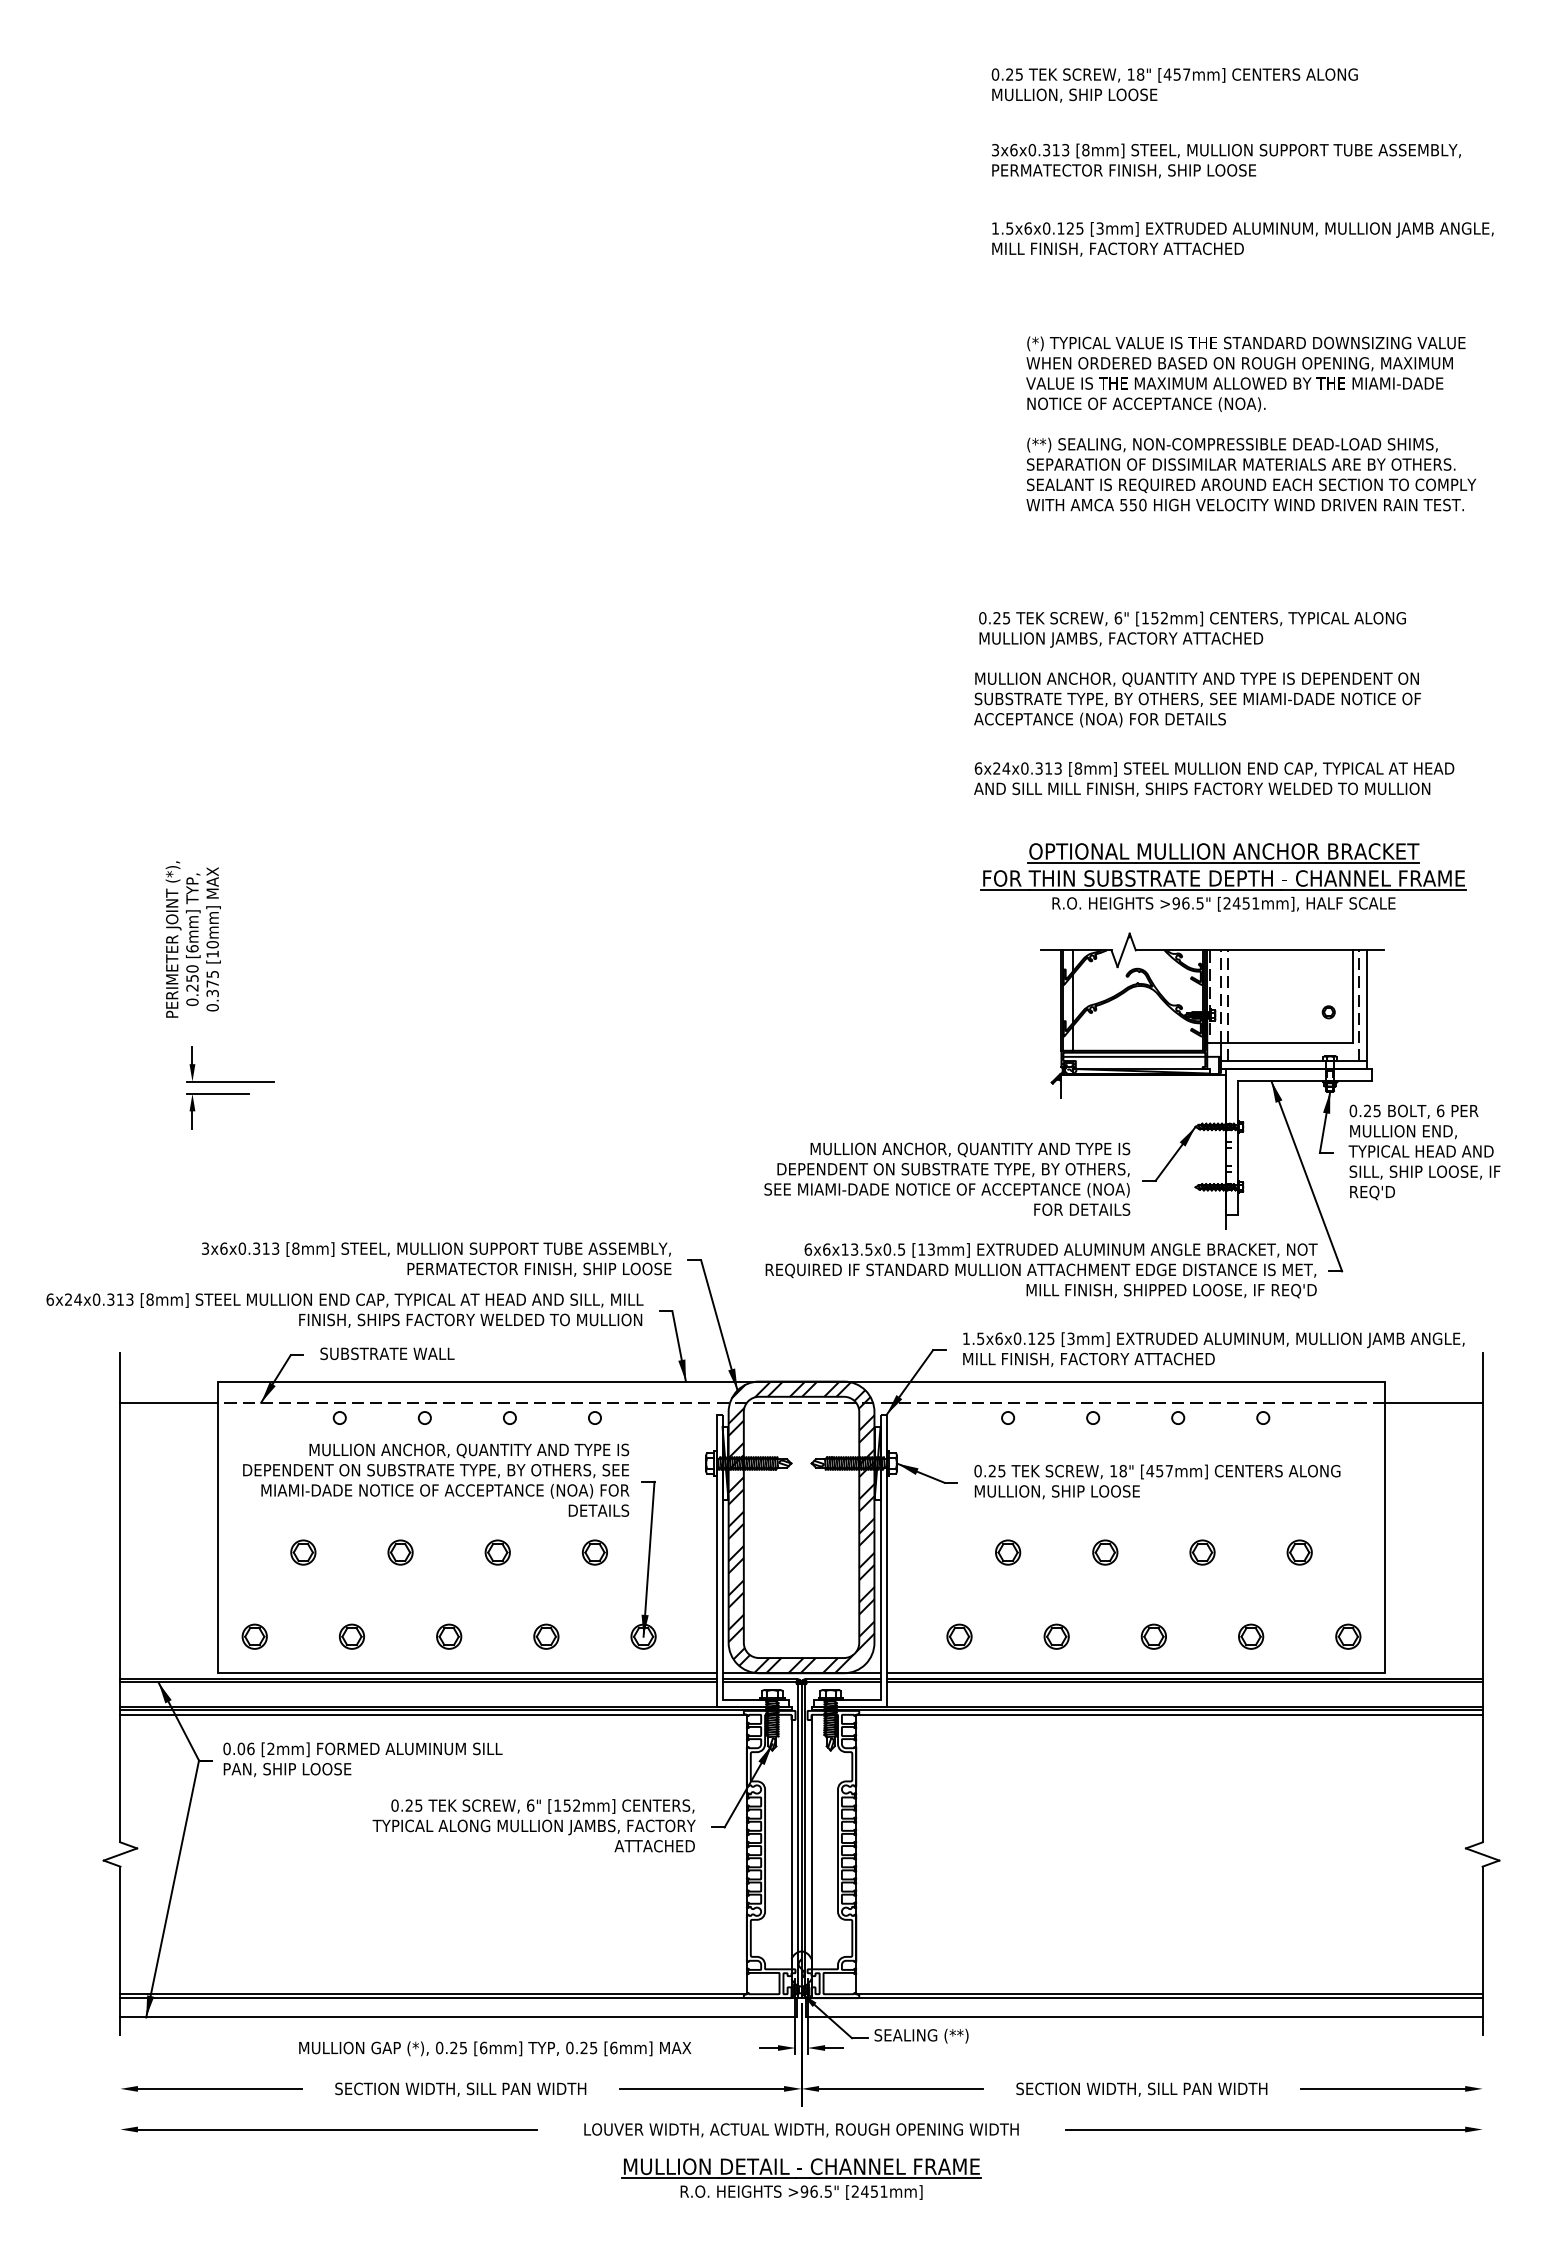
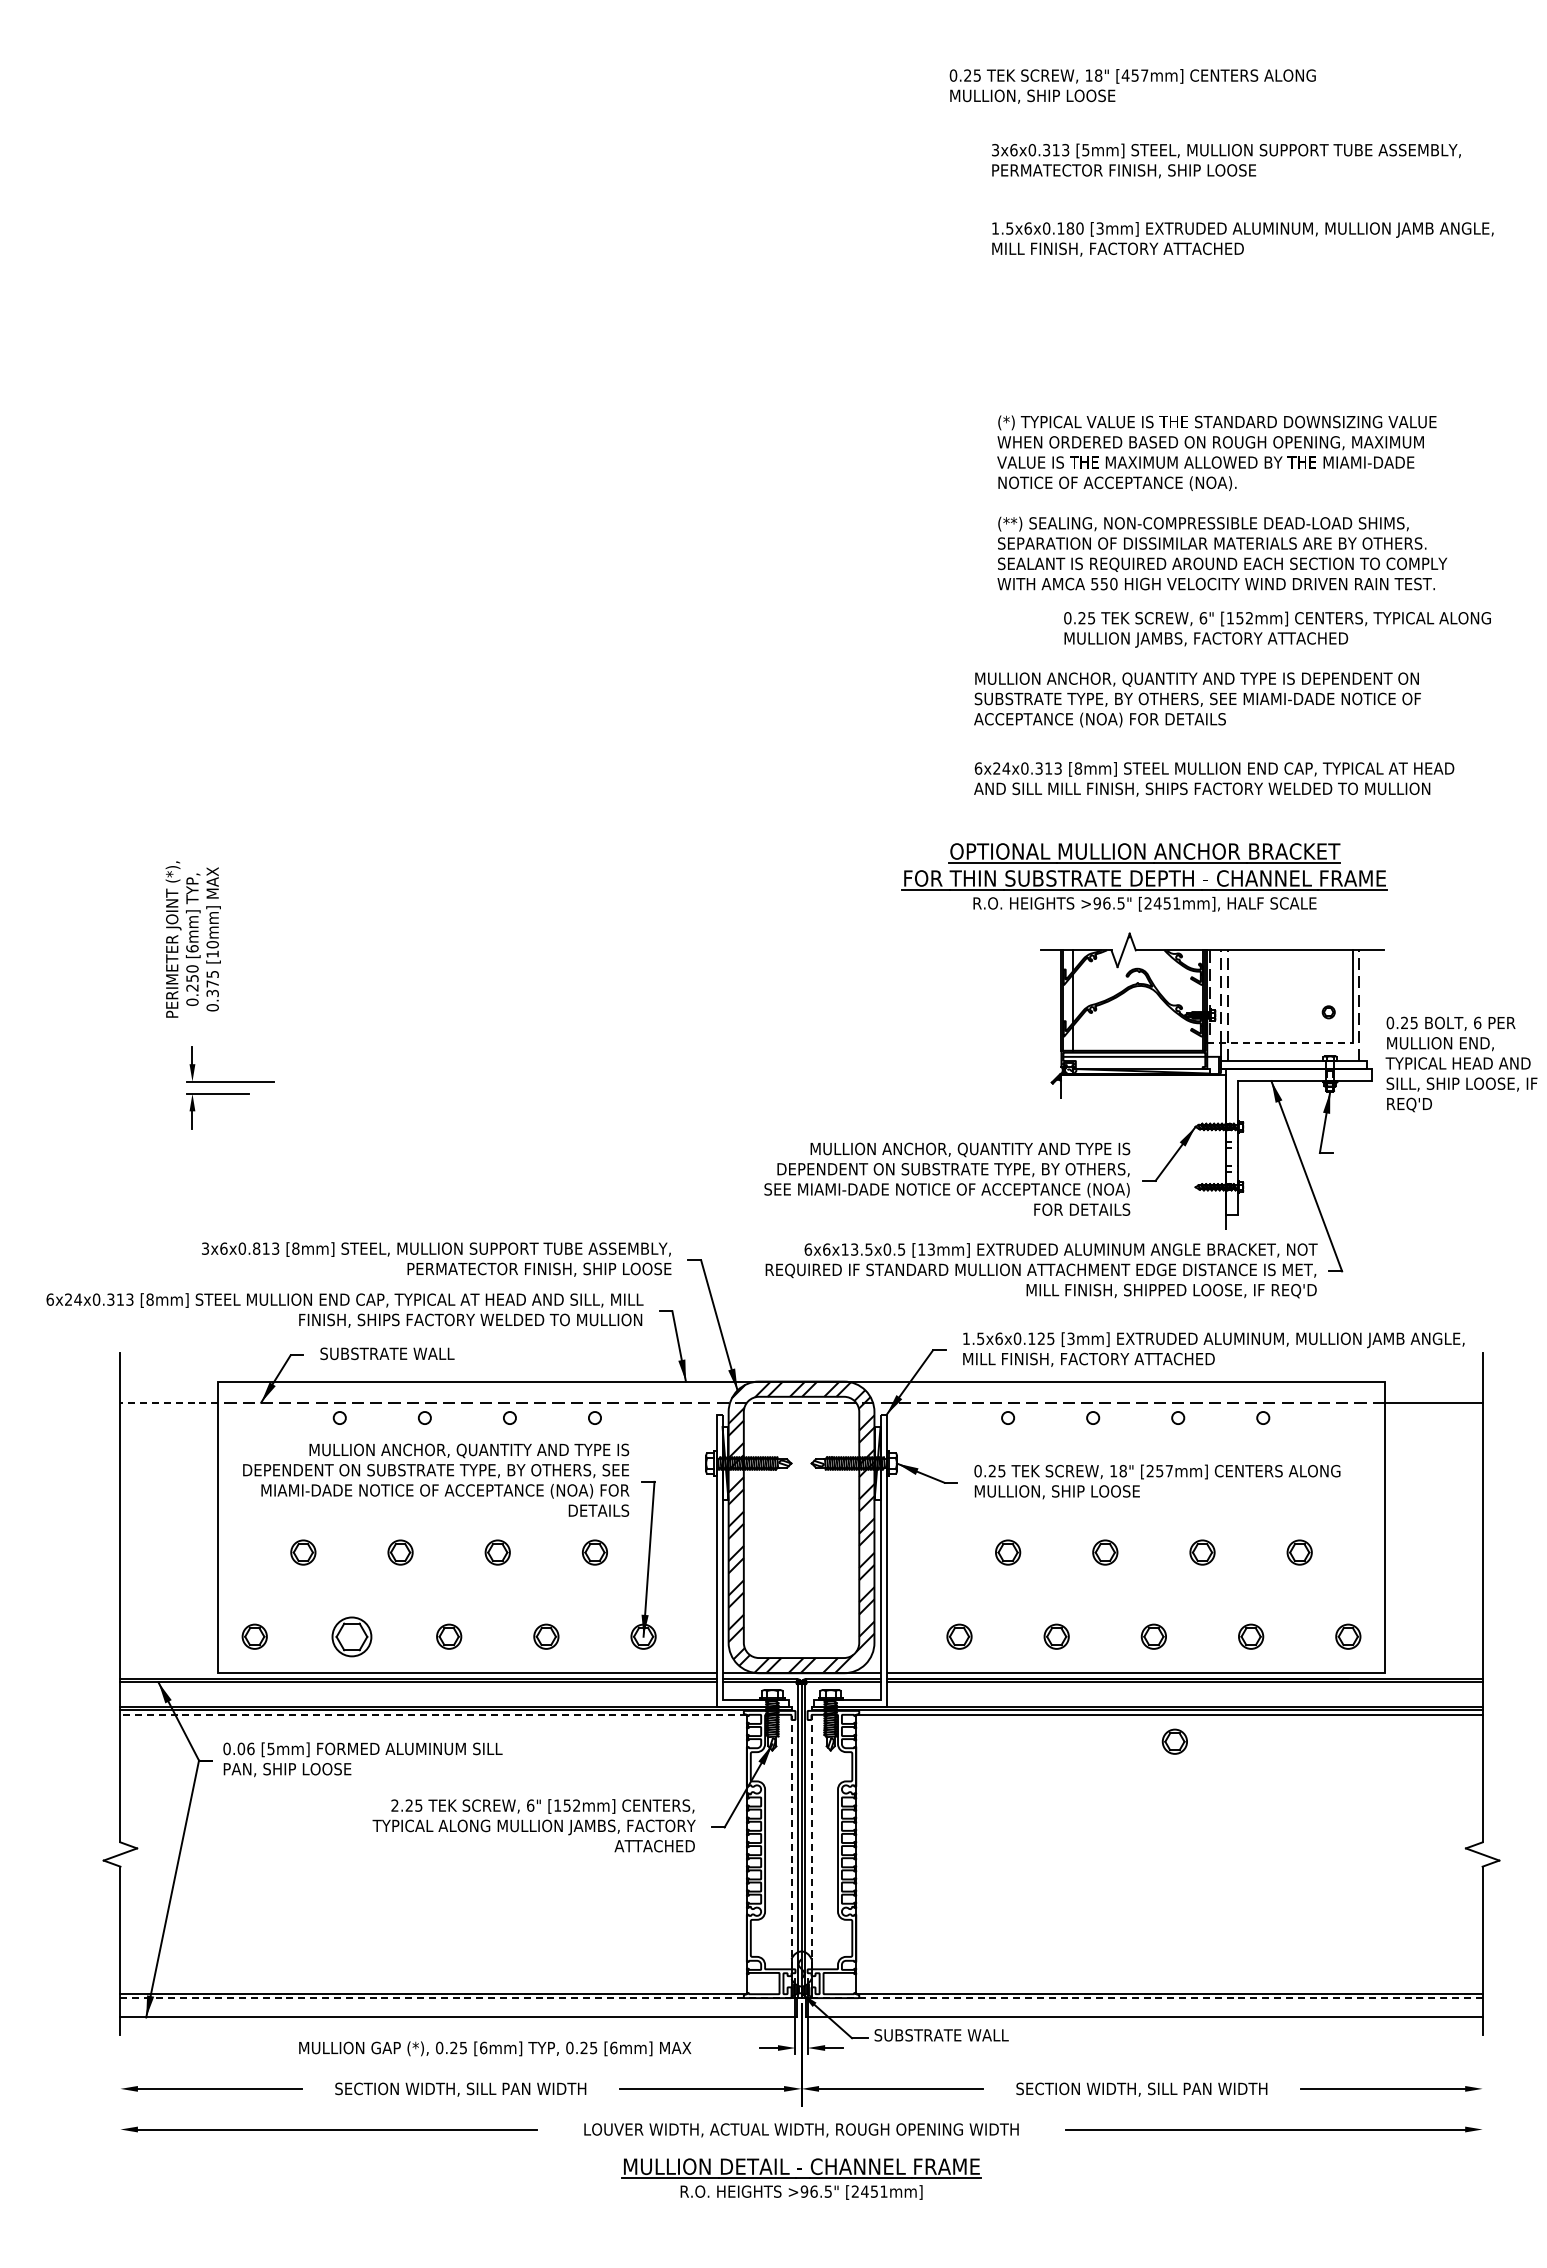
text at (1174, 85) position: (1174, 85) -> (1132, 86)
text at (1085, 150): [8mm] -> [5mm]
text at (1074, 228): 1.5x6x0.125 -> 1.5x6x0.180
text at (1250, 423) position: (1250, 423) -> (1221, 502)
text at (1192, 629) position: (1192, 629) -> (1277, 629)
part at (1223, 877) position: (1223, 877) -> (1144, 877)
line at (1366, 1005): present -> none
line at (1280, 1042): solid -> dashed
text at (1424, 1152) position: (1424, 1152) -> (1461, 1064)
text at (256, 1248): 3x6x0.313 -> 3x6x0.813
line at (169, 1402): solid -> dashed
text at (1150, 1470): [457mm] -> [257mm]
part at (351, 1636) size: 26x27 px -> 42x42 px
line at (433, 1715): solid -> dashed
part at (1174, 1741): none -> present
text at (270, 1748): [2mm] -> [5mm]
text at (394, 1805): 0.25 -> 2.25
line at (791, 1842): solid -> dashed
line at (811, 1842): solid -> dashed
line at (455, 1998): solid -> dashed
line at (1147, 1998): solid -> dashed
text at (946, 2035): SEALING (**) -> SUBSTRATE WALL
